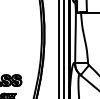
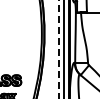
line at (59, 49): solid -> dashed
